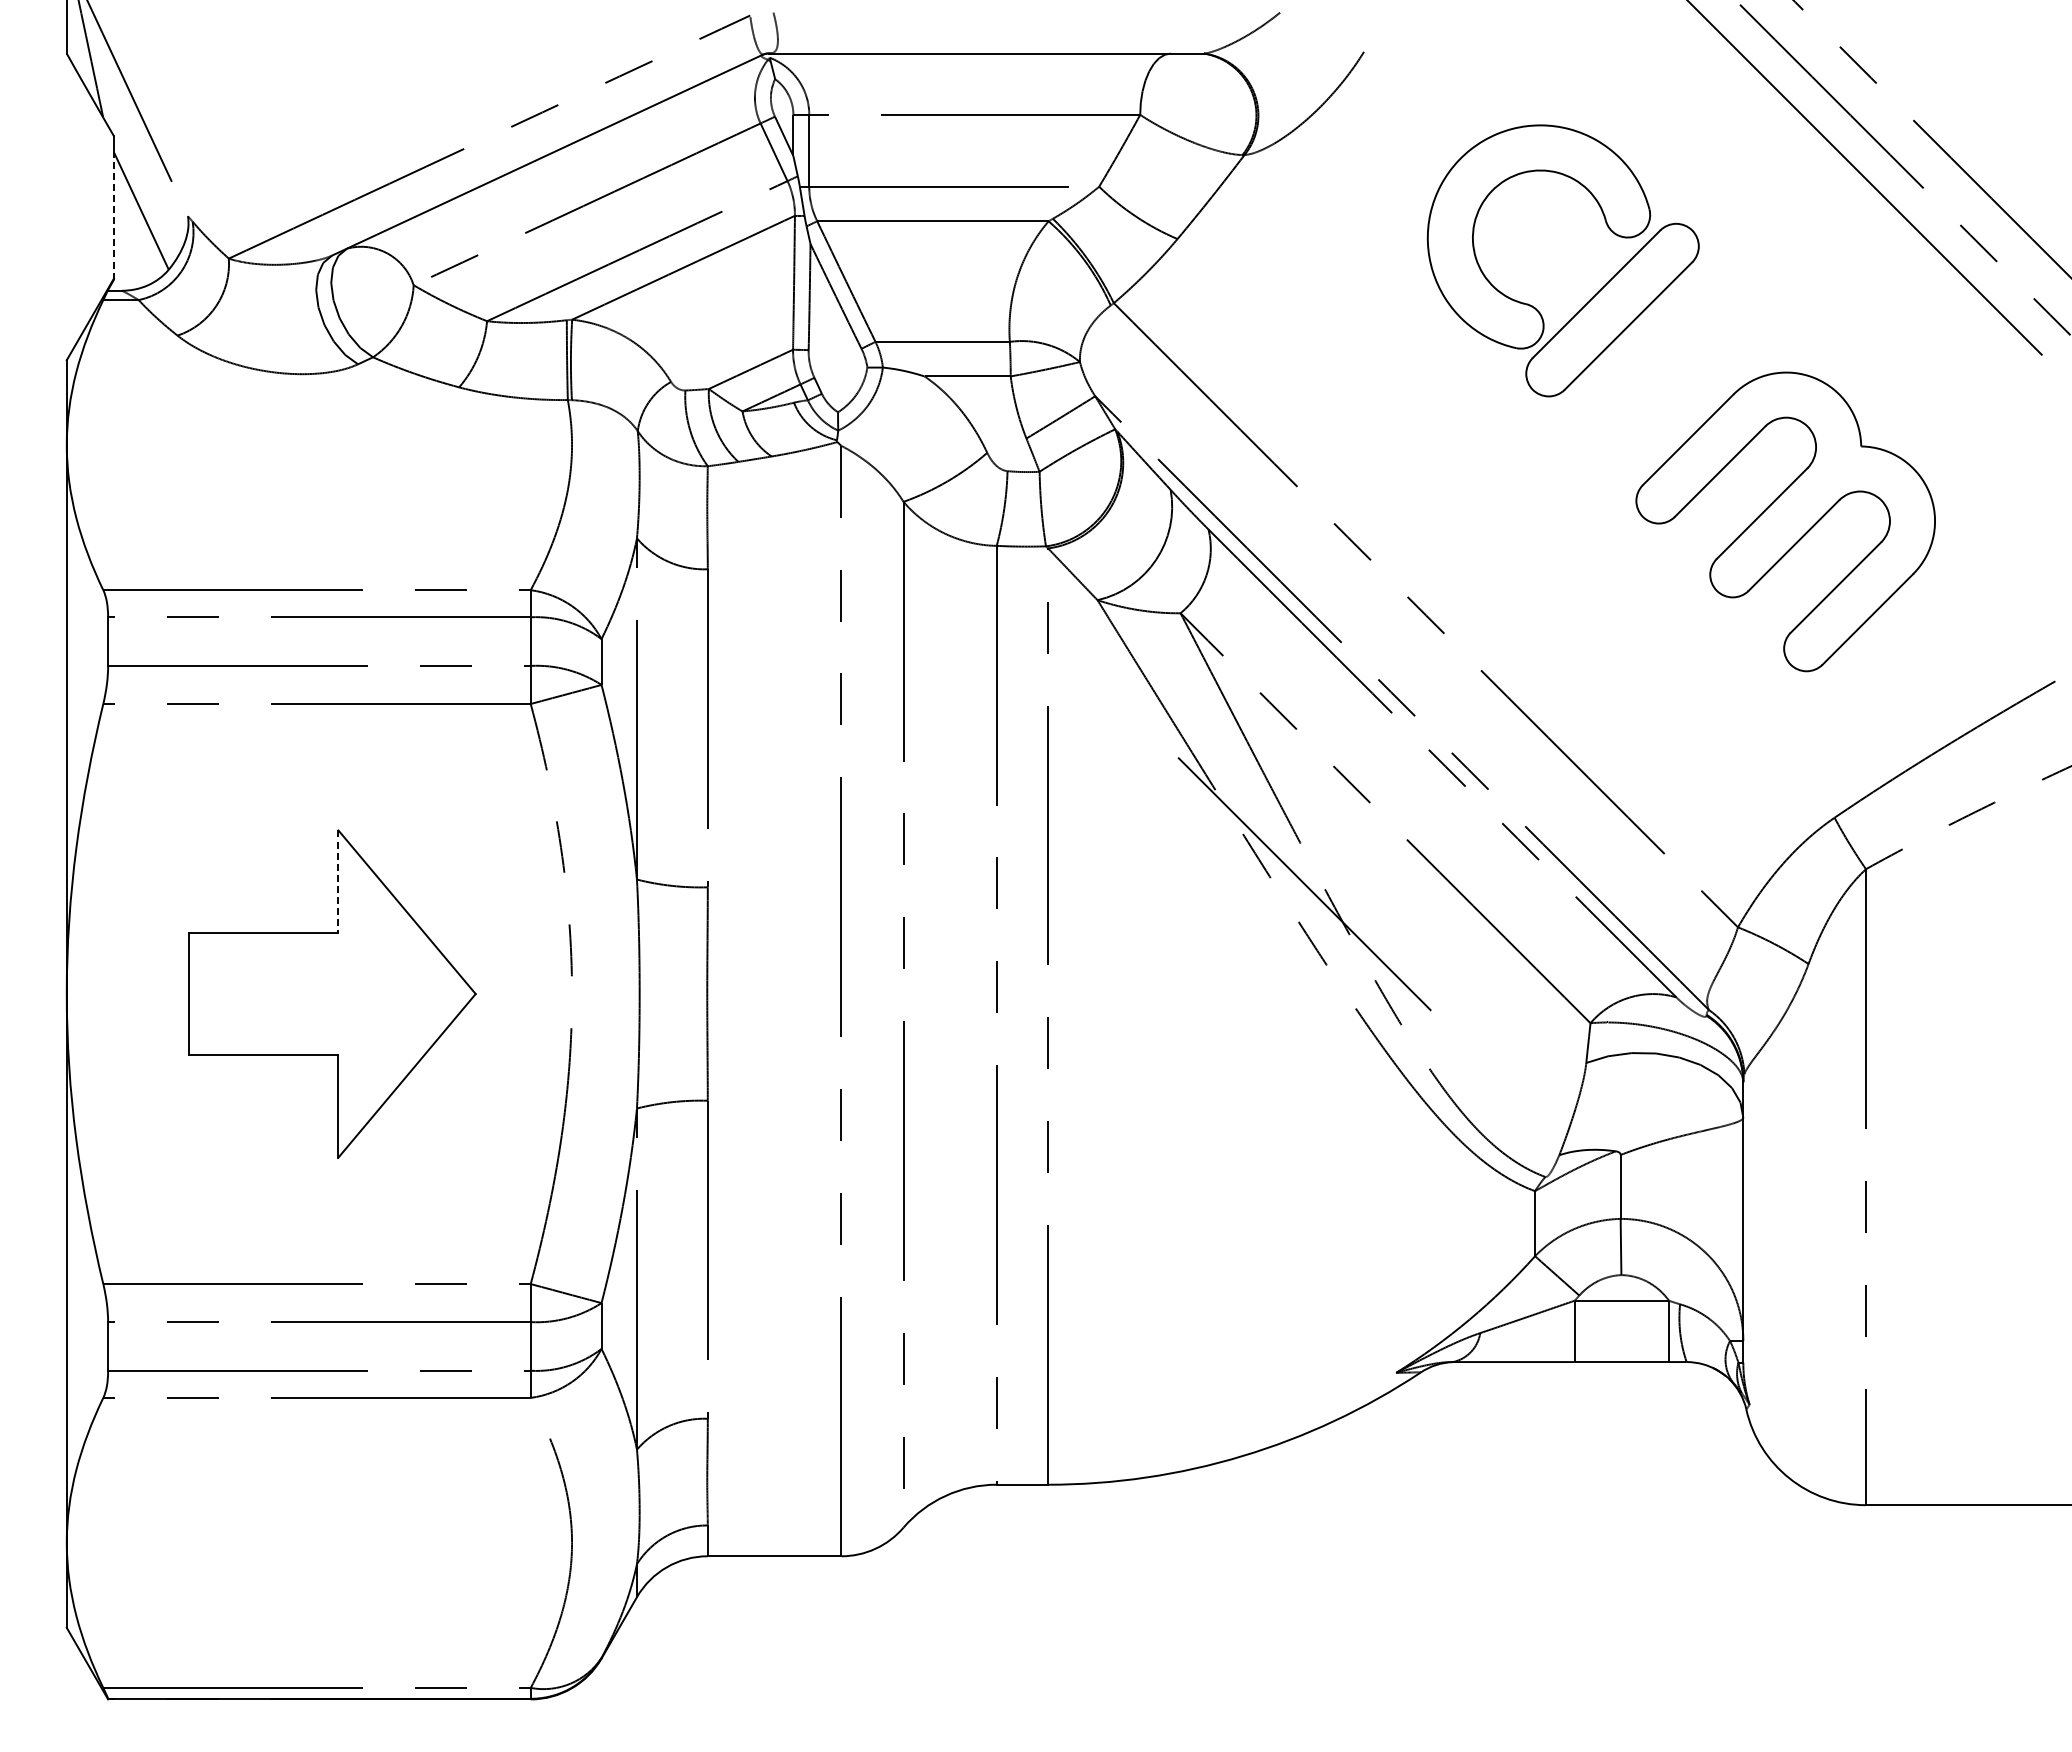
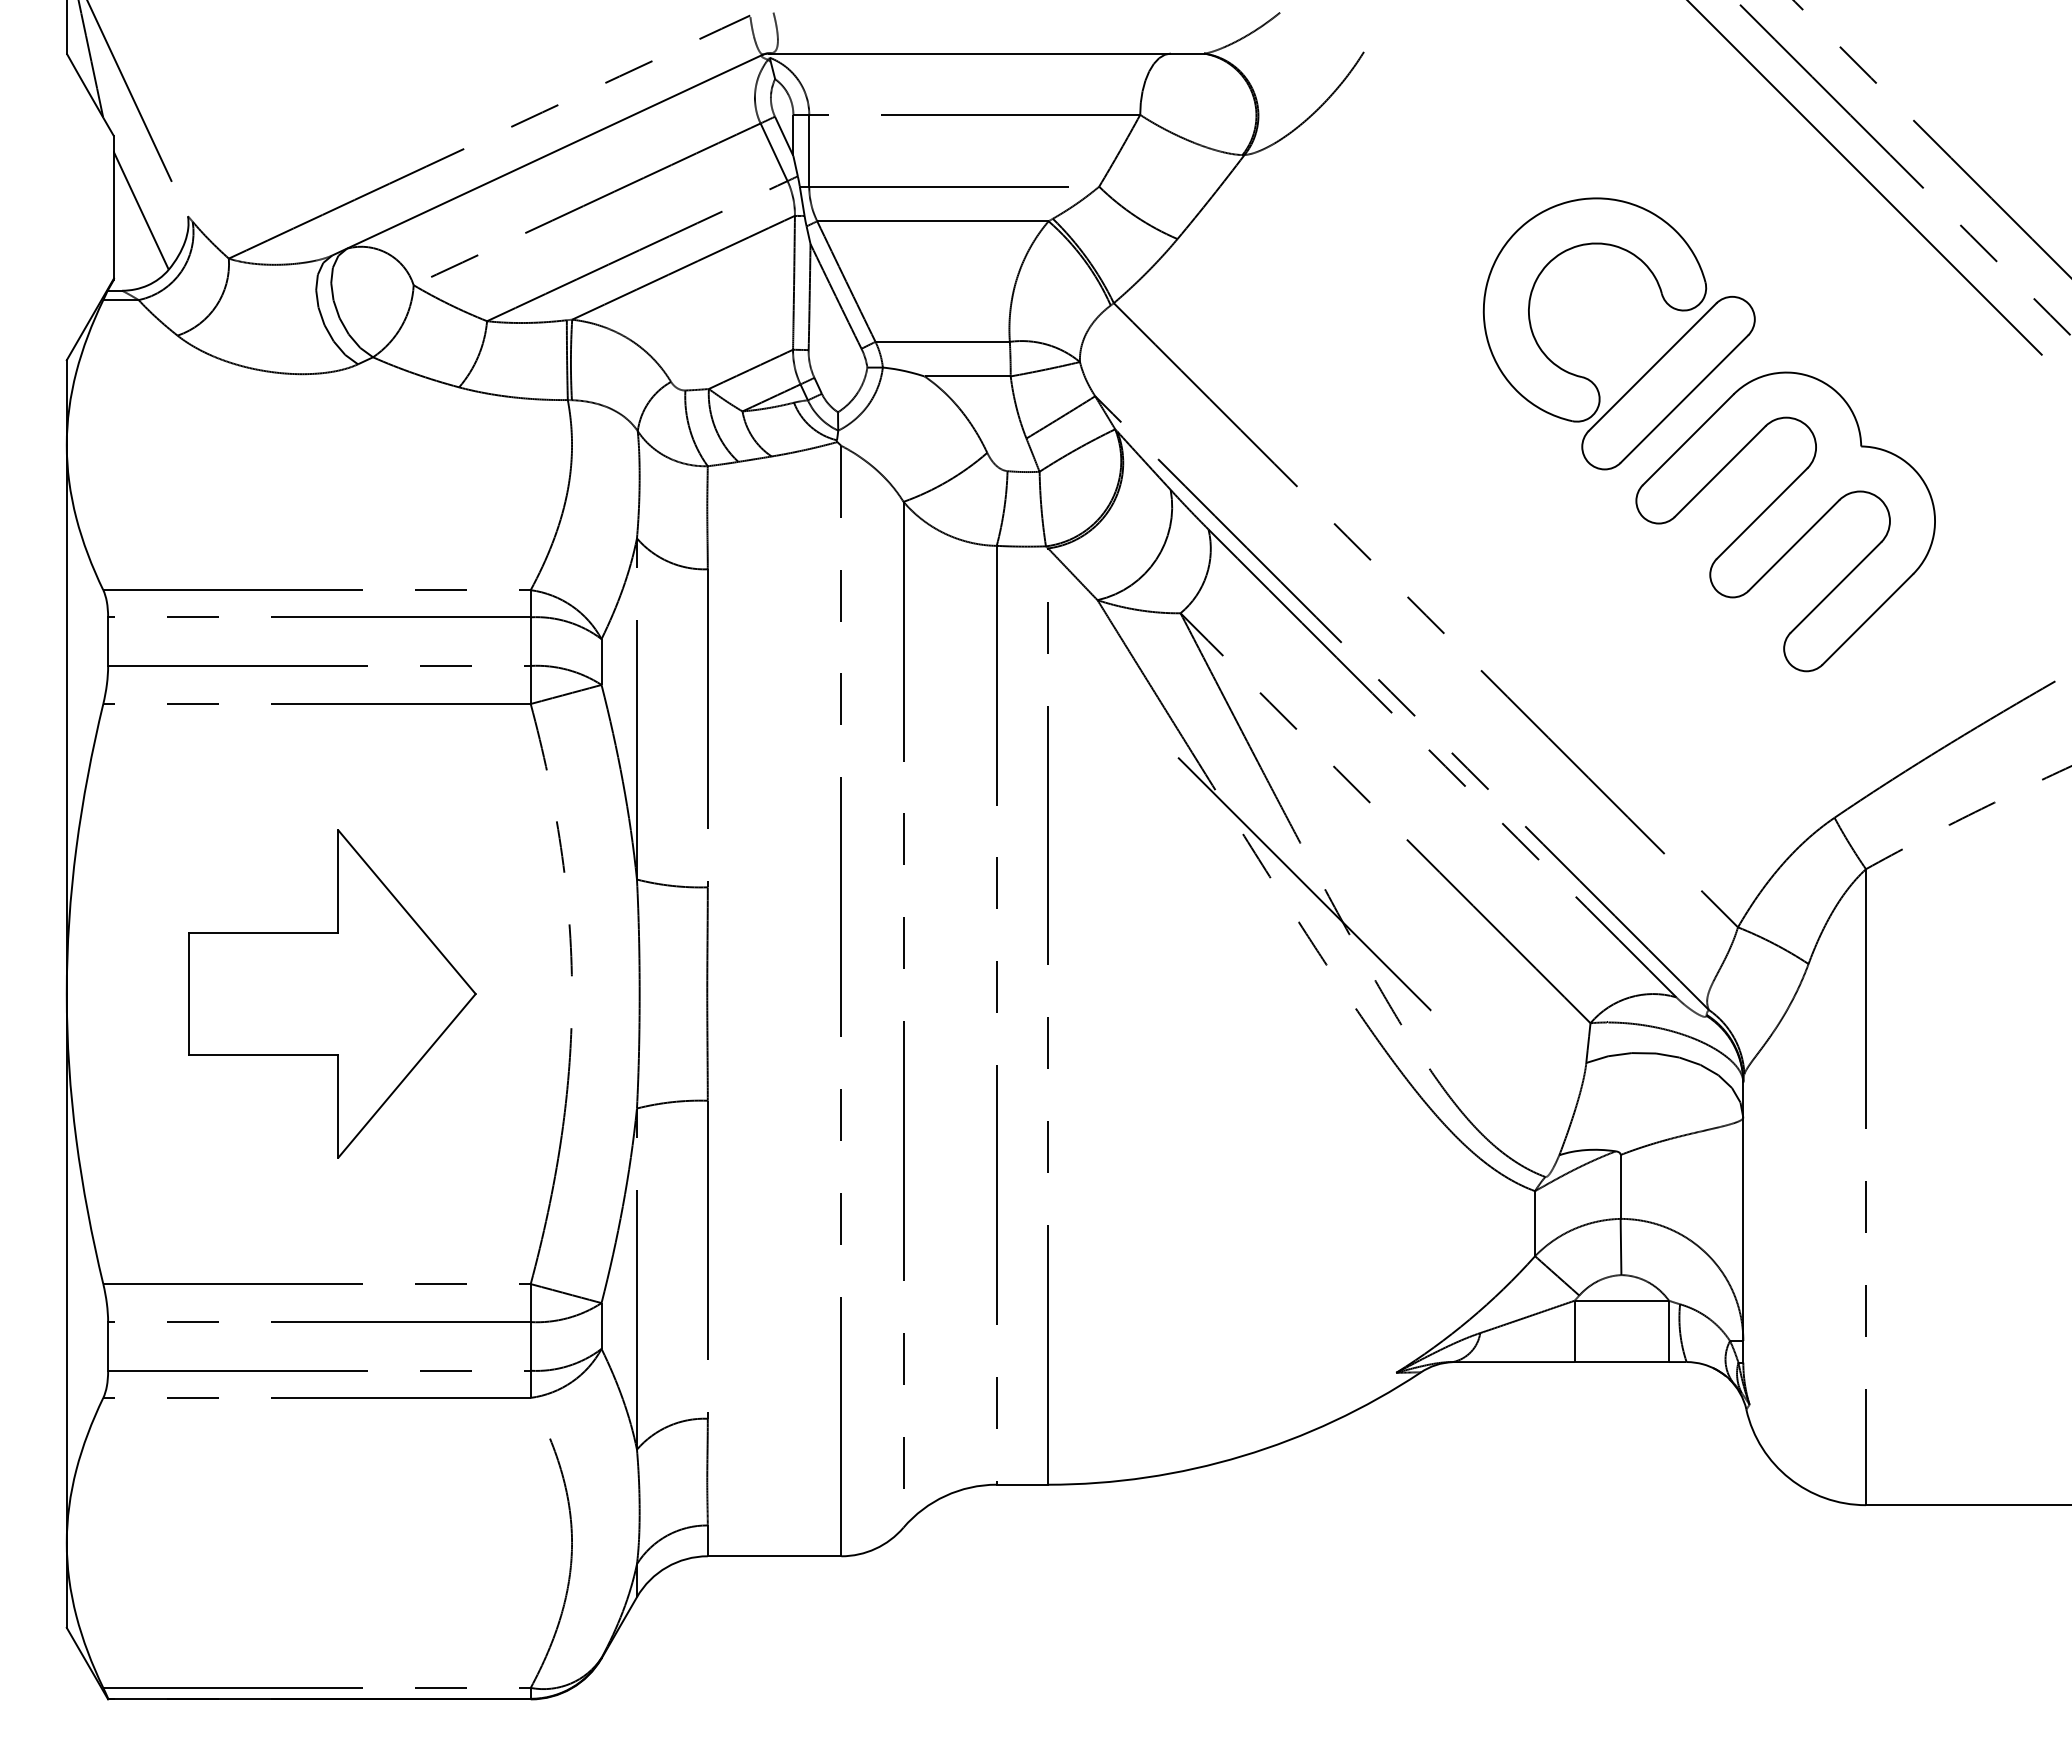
line at (114, 216): dashed -> solid
part at (1595, 293) position: (1595, 293) -> (1651, 366)
line at (338, 882): dashed -> solid
